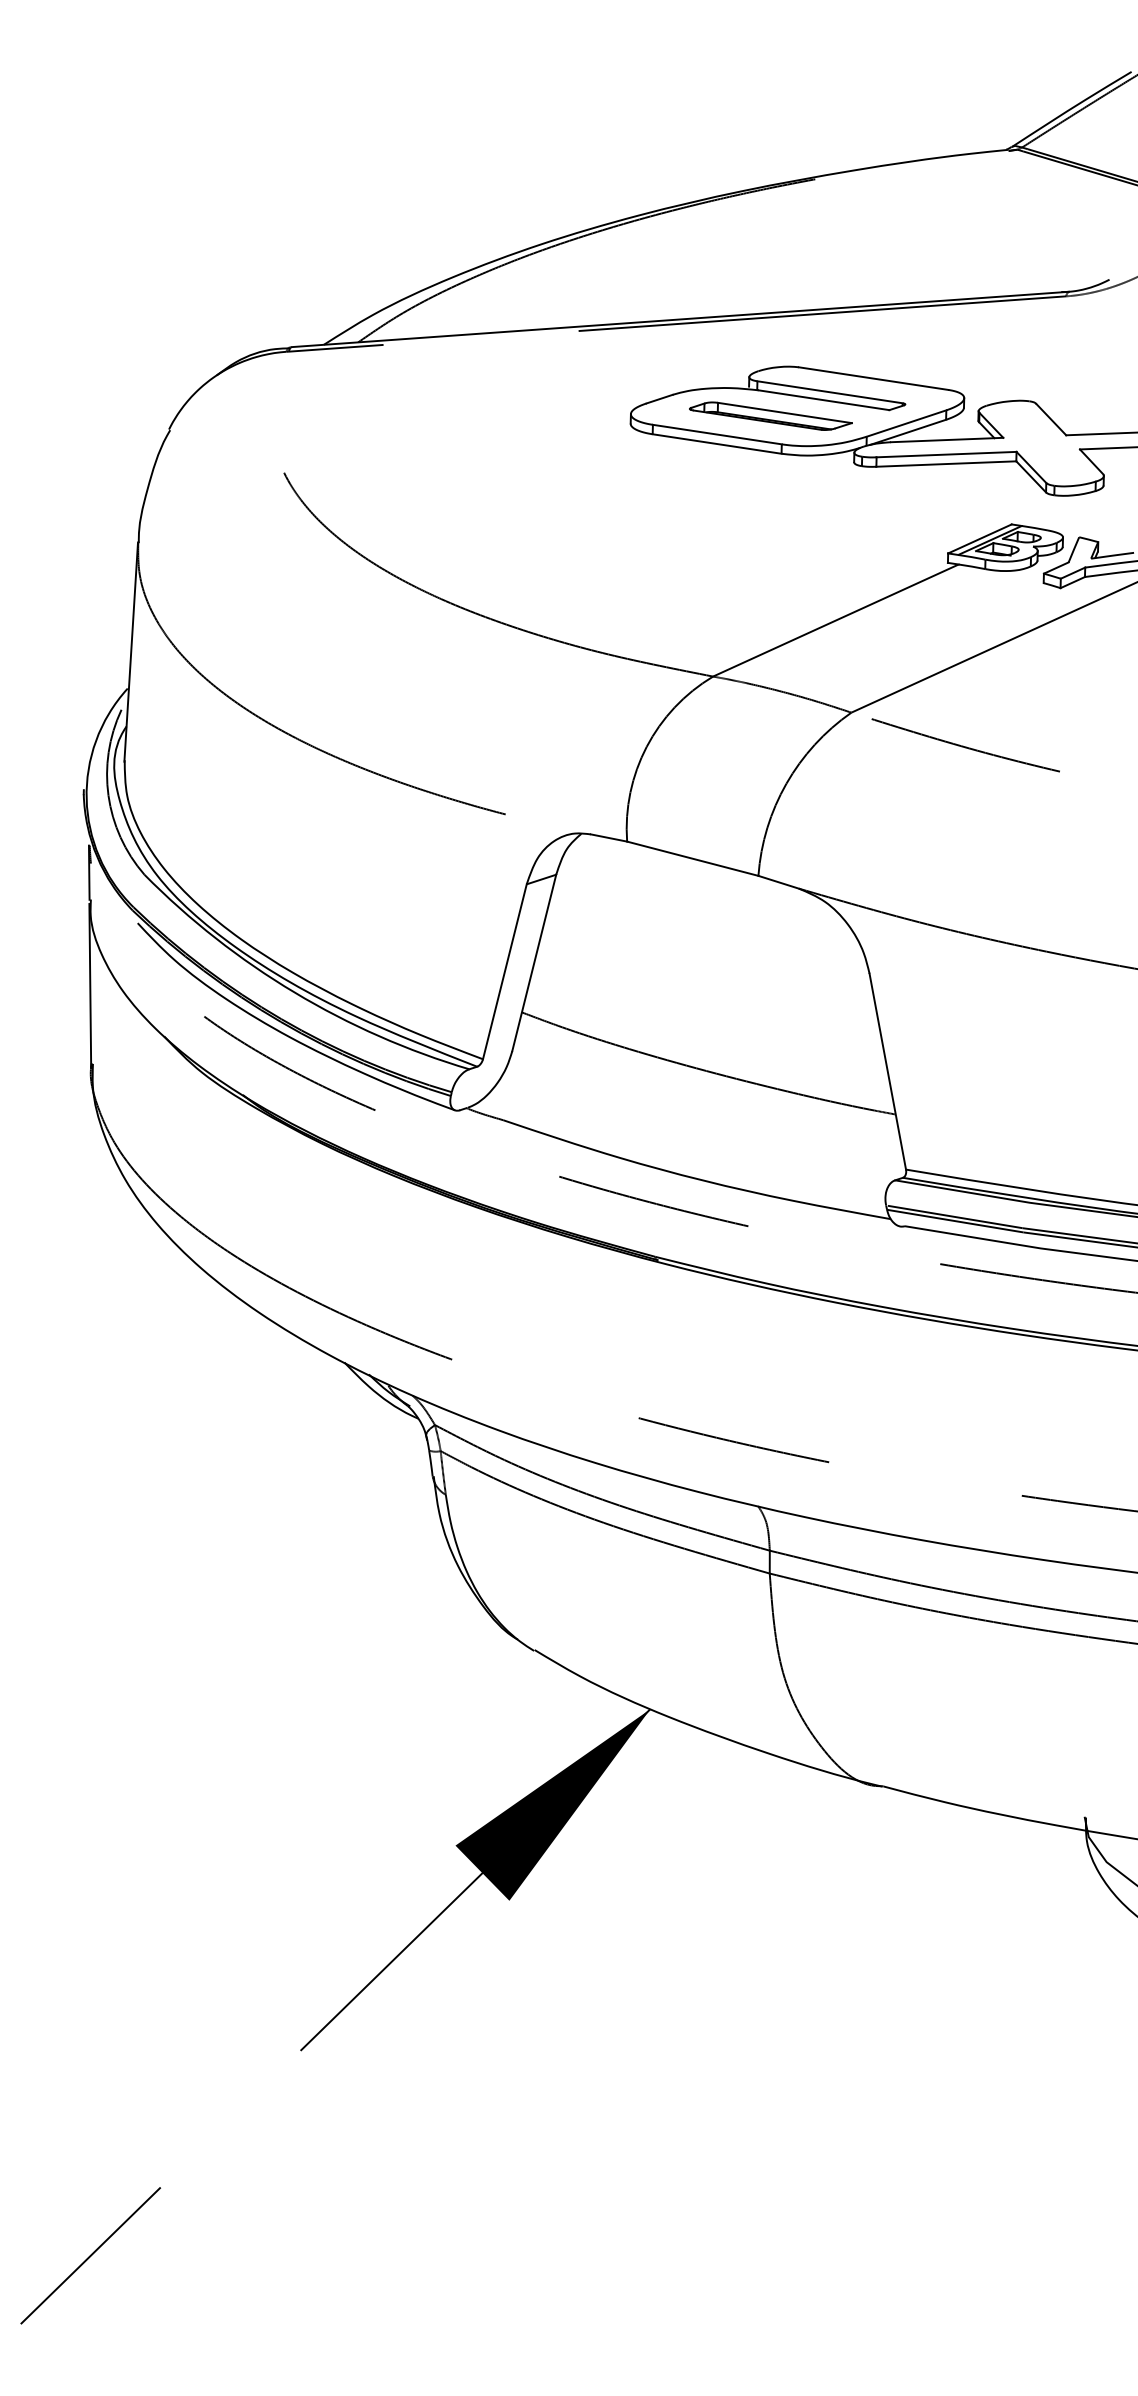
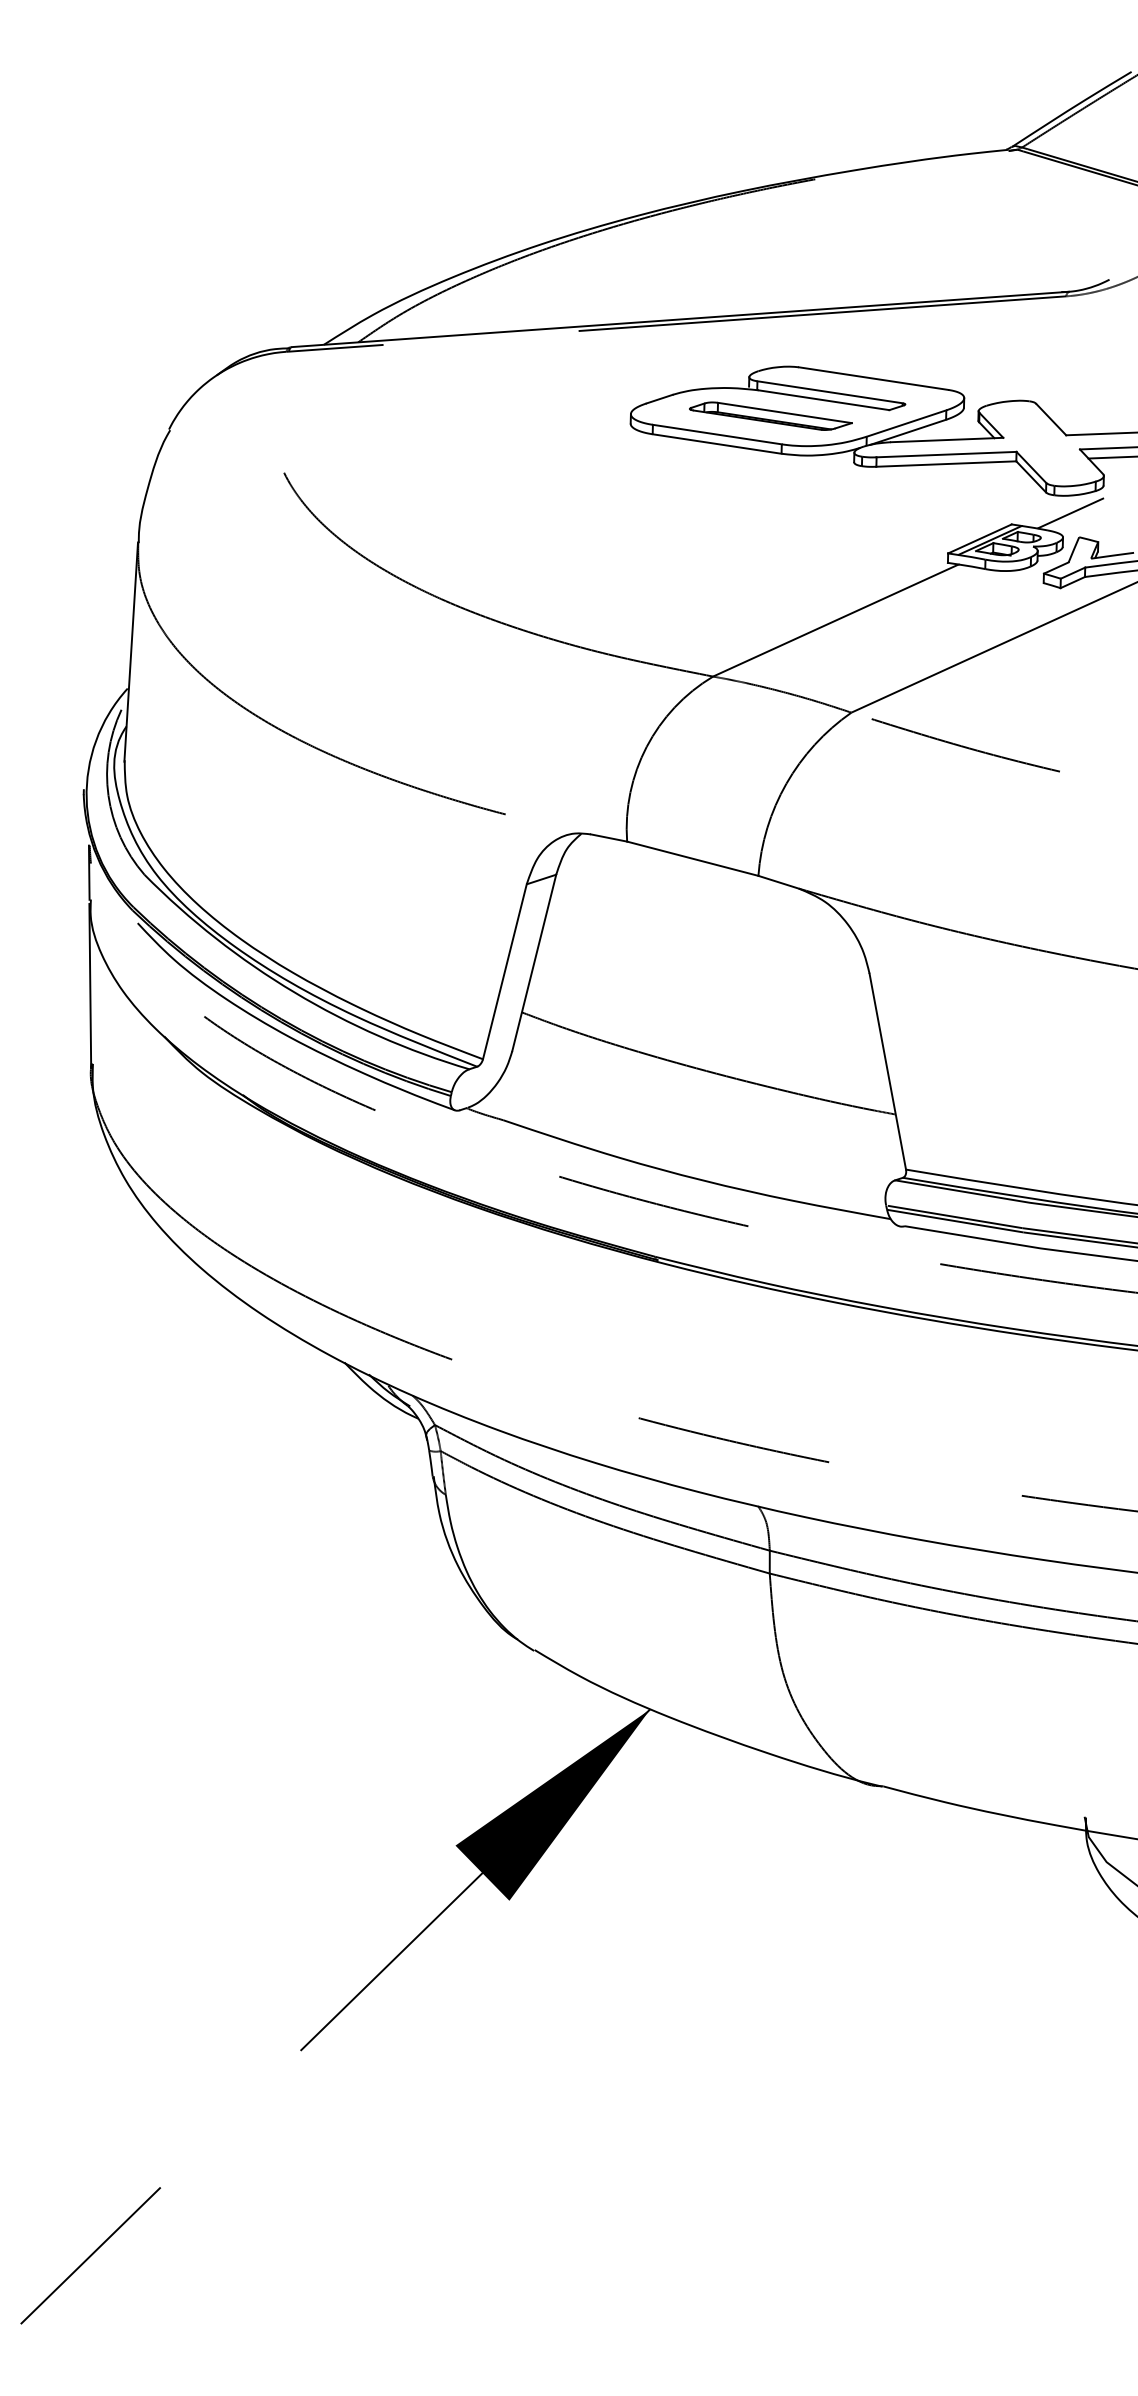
line at (1111, 457): none -> present
line at (1070, 513): none -> present
